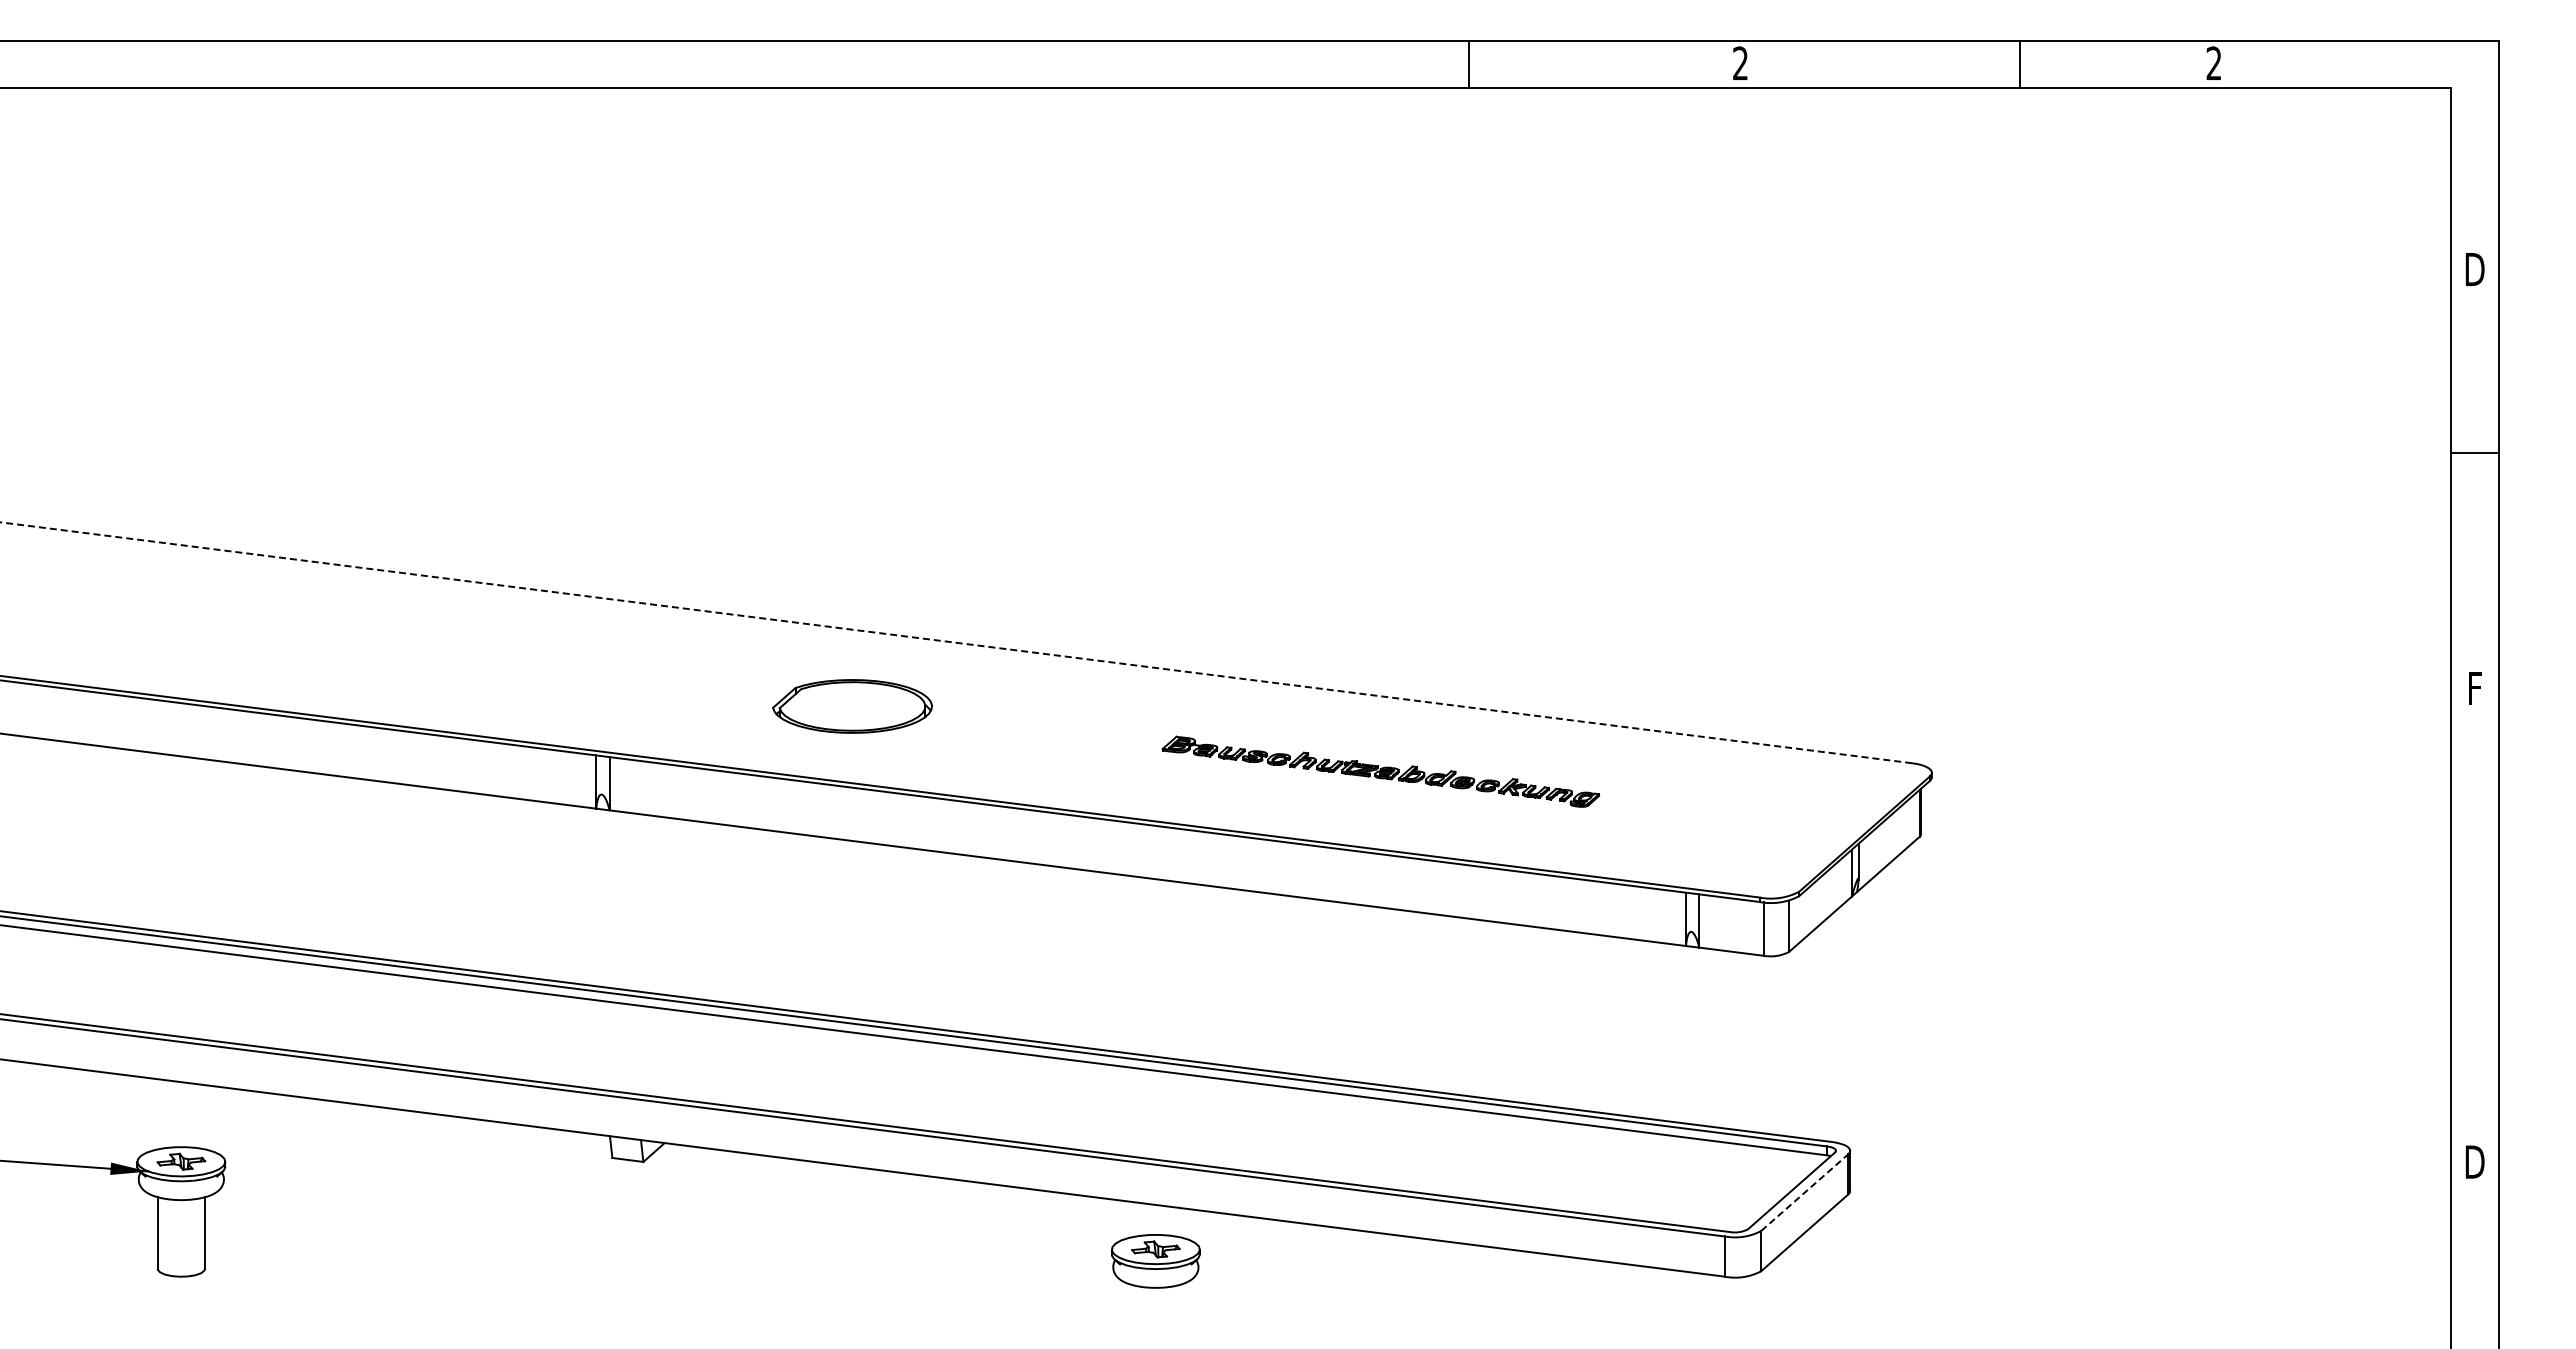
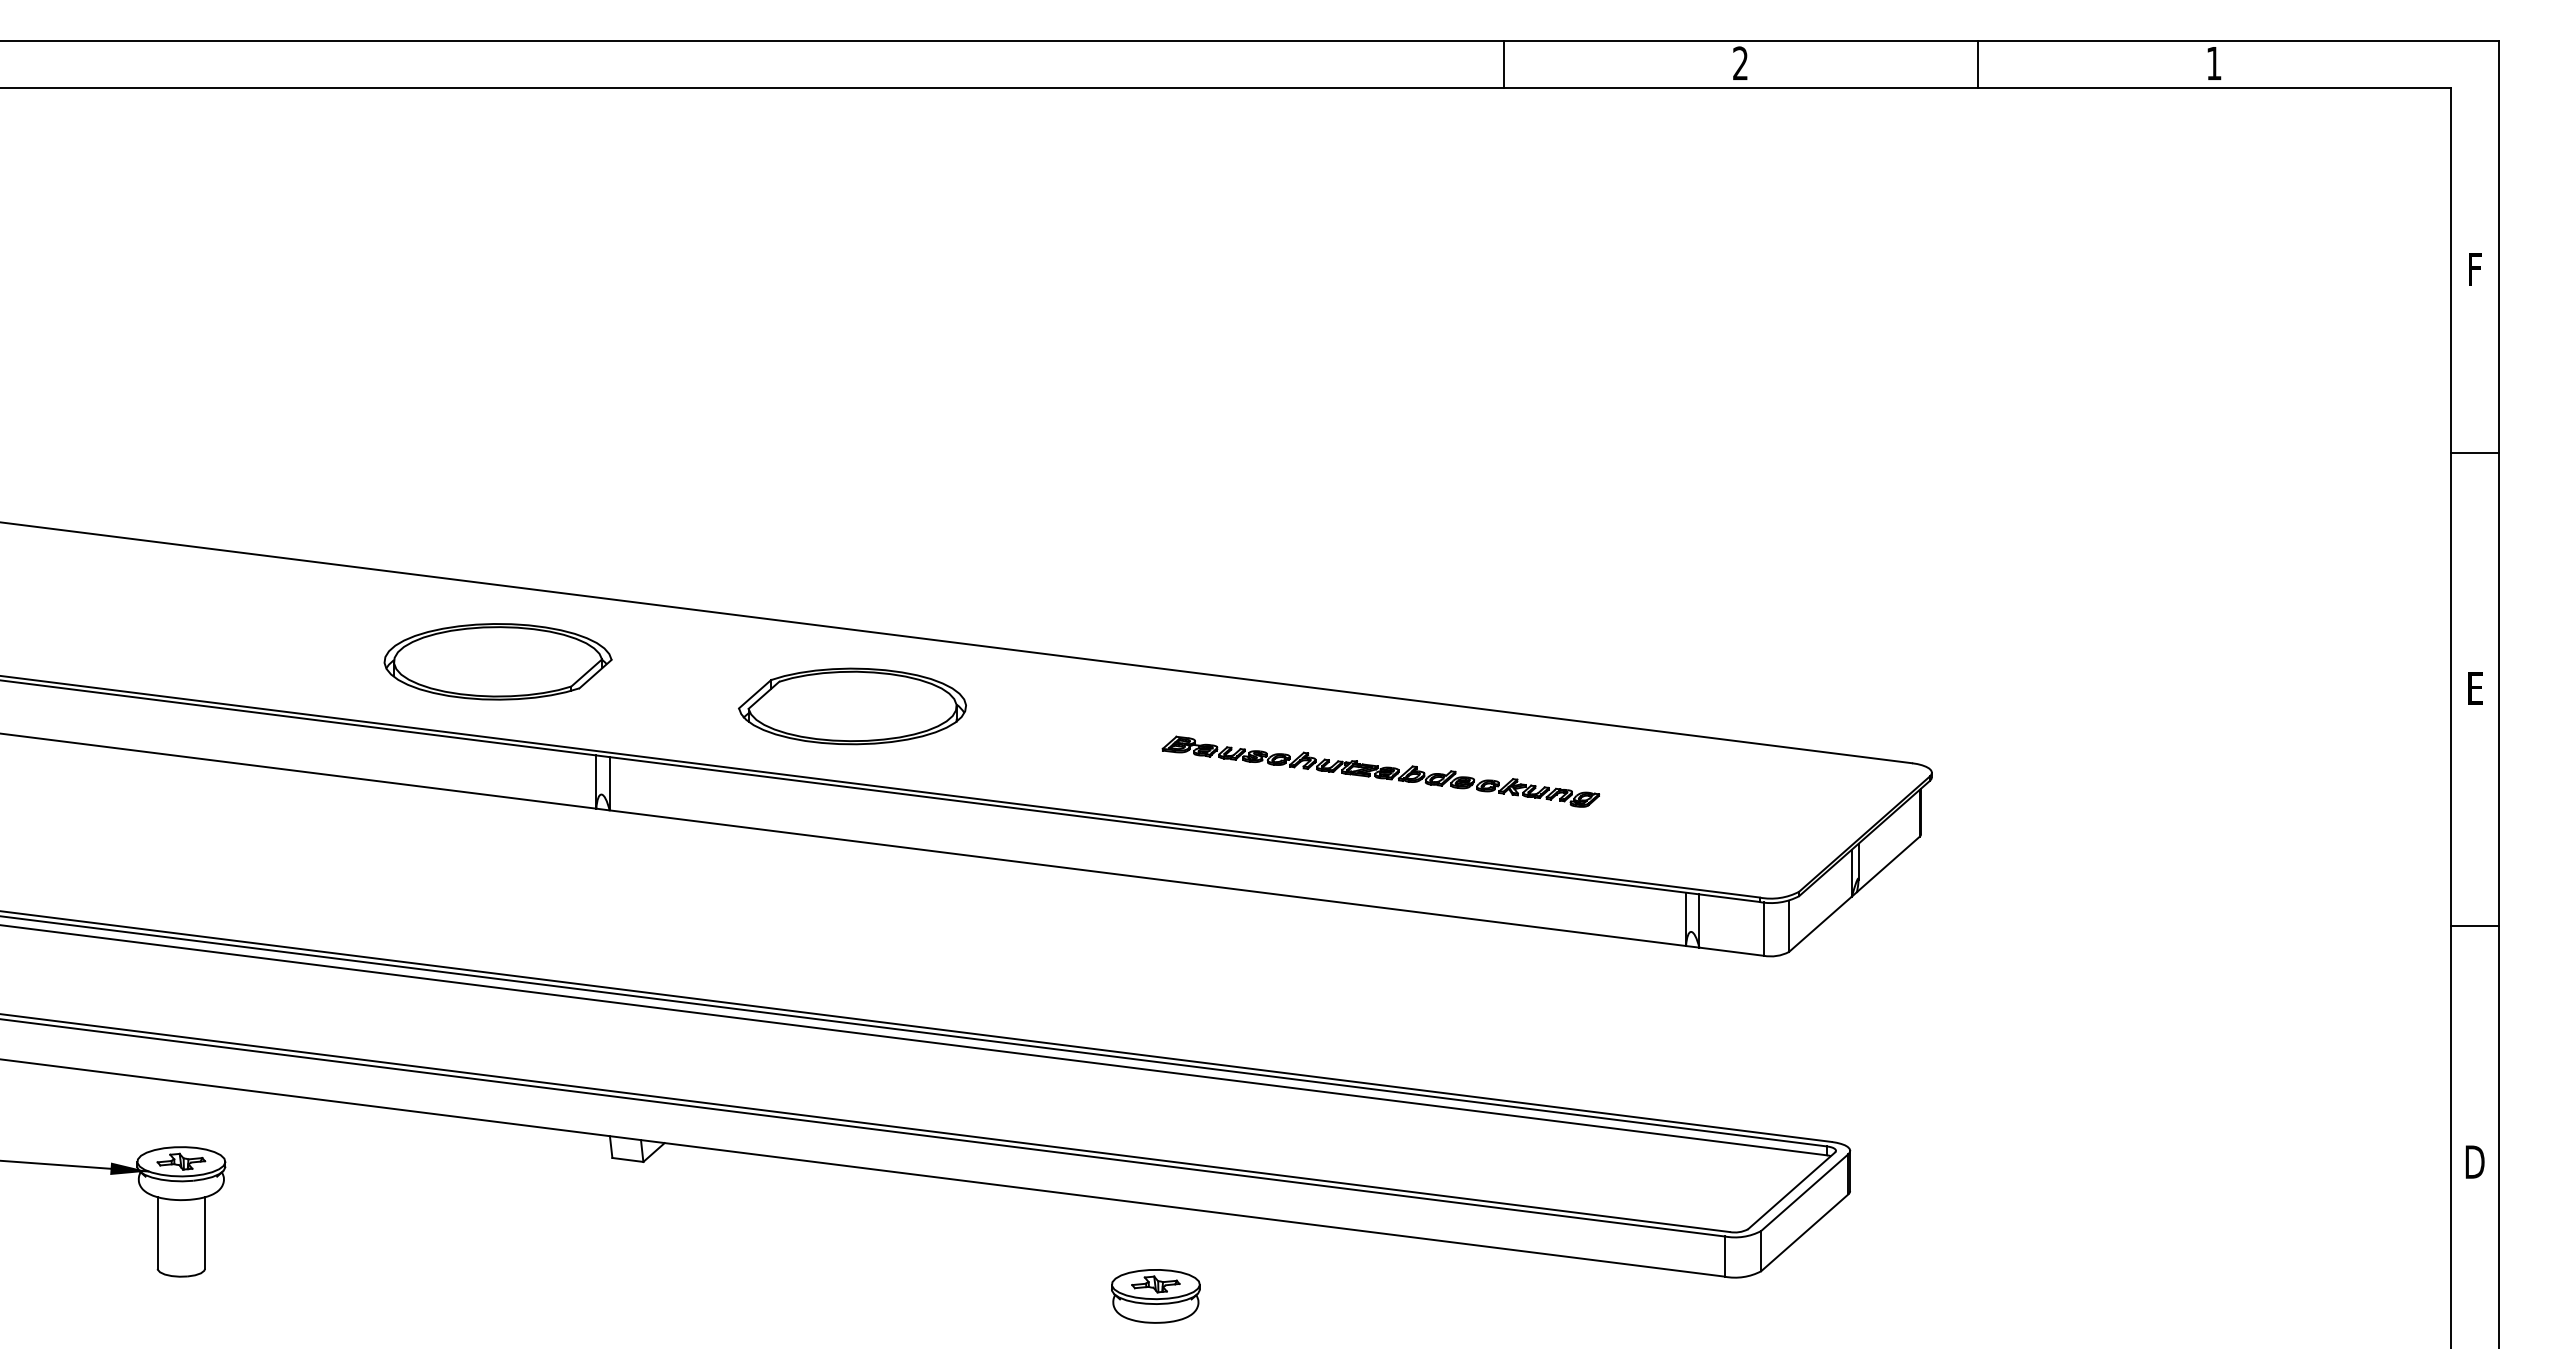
text at (2213, 62): 2 -> 1
line at (1469, 63) position: (1469, 63) -> (1504, 63)
line at (2019, 63) position: (2019, 63) -> (1977, 63)
text at (2474, 269): D -> F
line at (955, 642): dashed -> solid
part at (497, 661): none -> present
text at (2475, 688): F -> E
part at (852, 706) size: 161x55 px -> 229x79 px
line at (2474, 926): none -> present
line at (1805, 1192): dashed -> solid
part at (1155, 1261) position: (1155, 1261) -> (1155, 1296)
